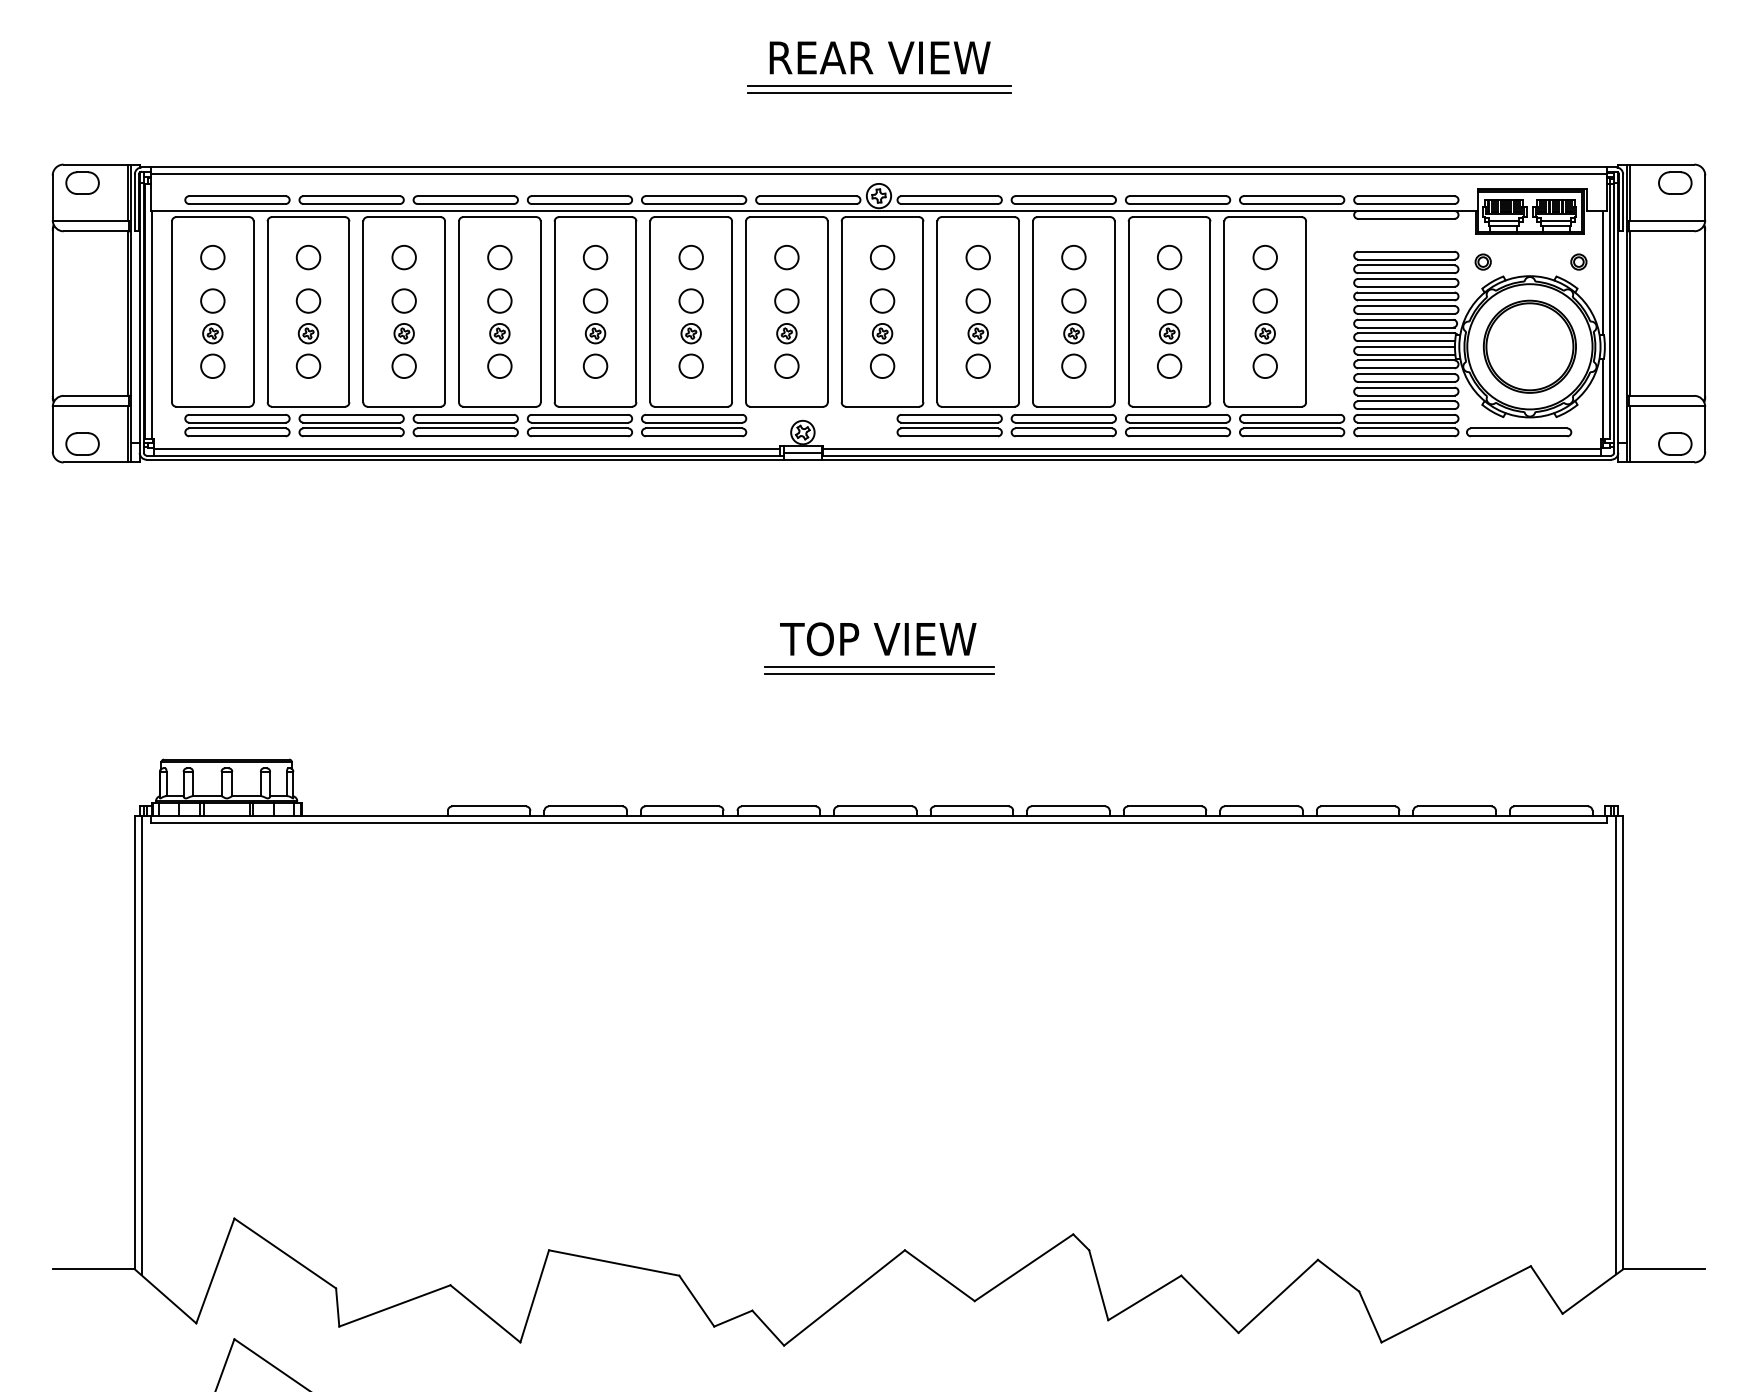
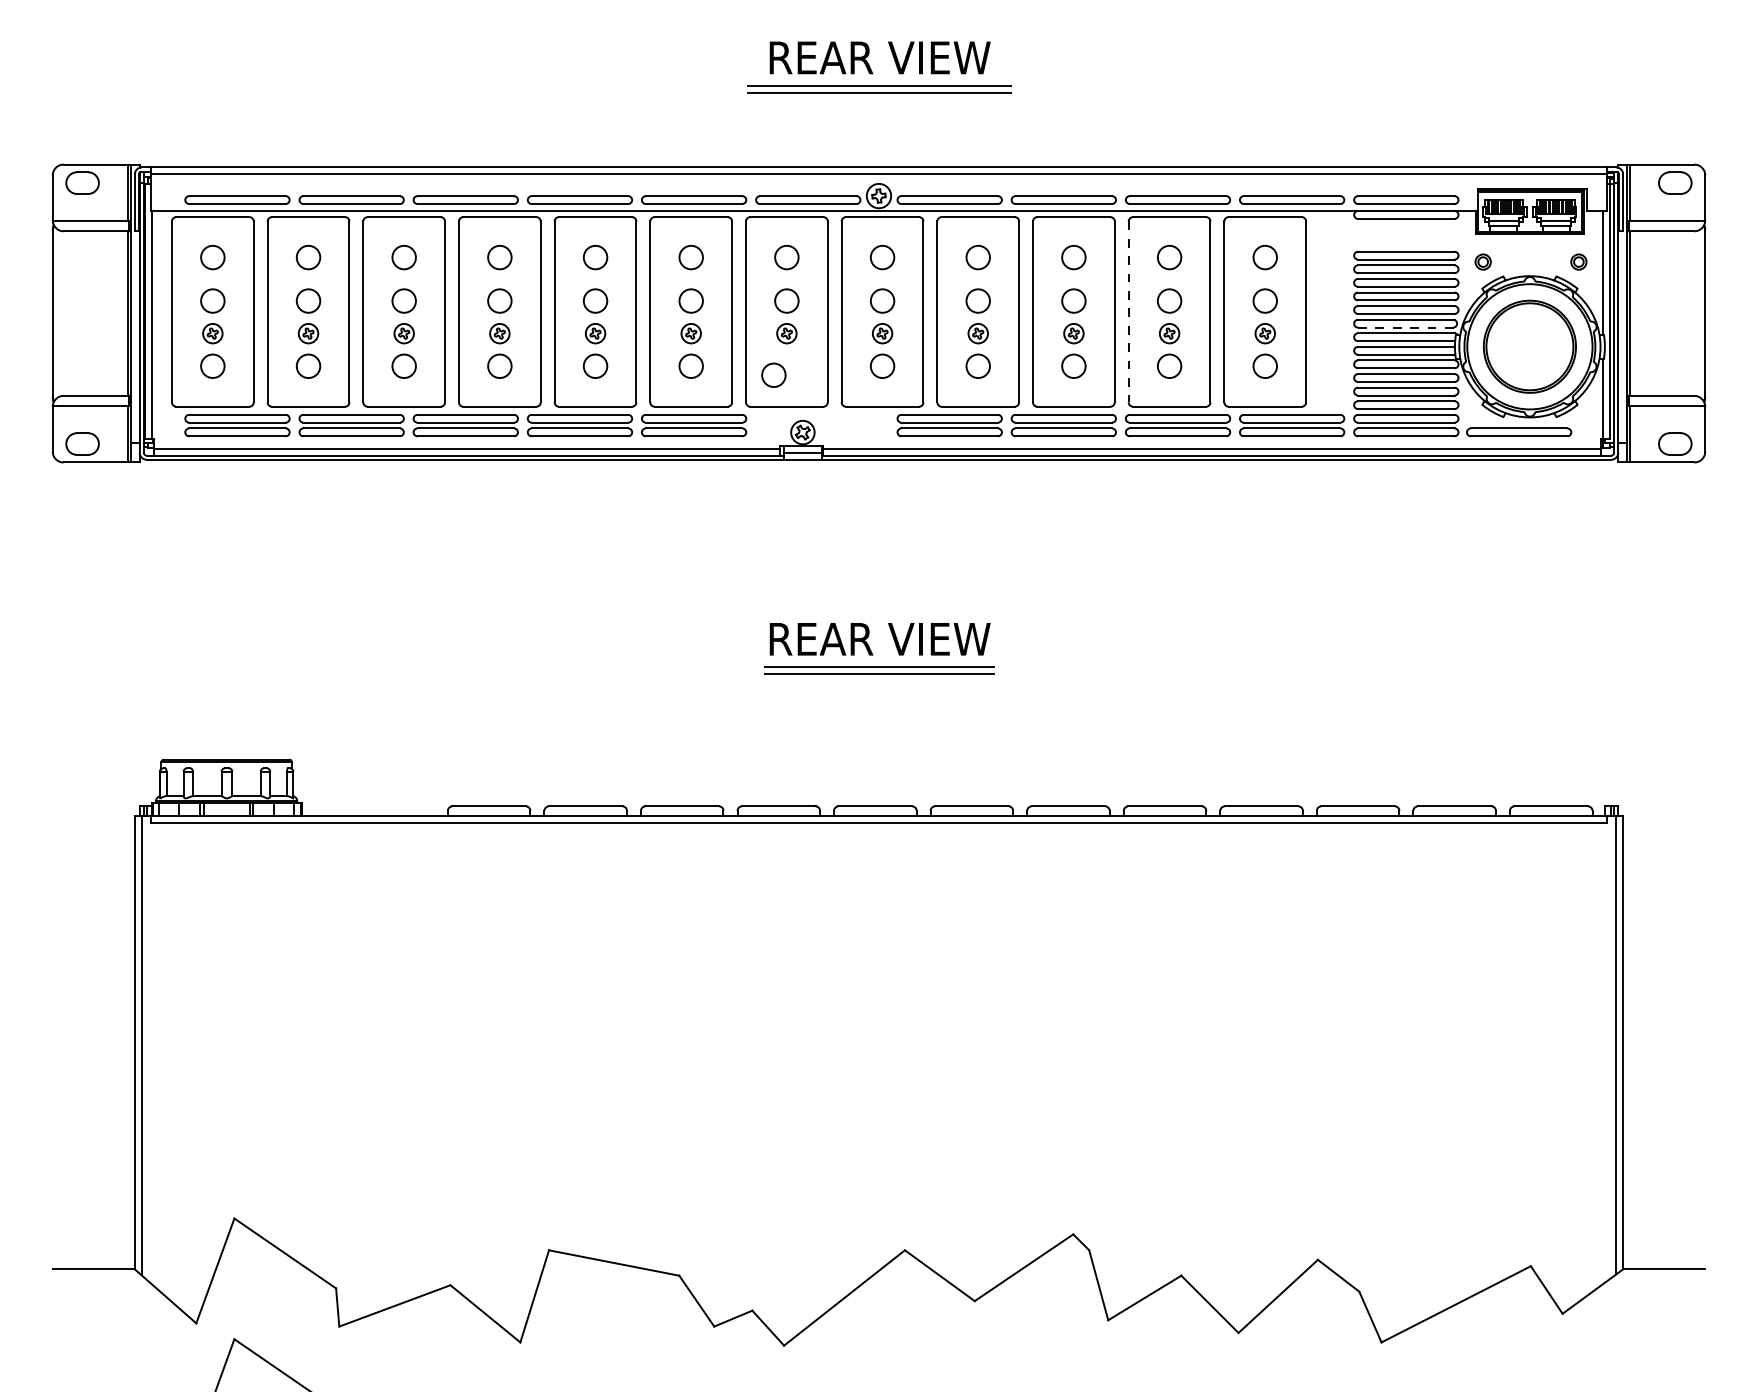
line at (1128, 312): solid -> dashed
line at (1406, 327): solid -> dashed
circle at (786, 365) position: (786, 365) -> (773, 374)
text at (879, 639): TOP VIEW -> REAR VIEW
